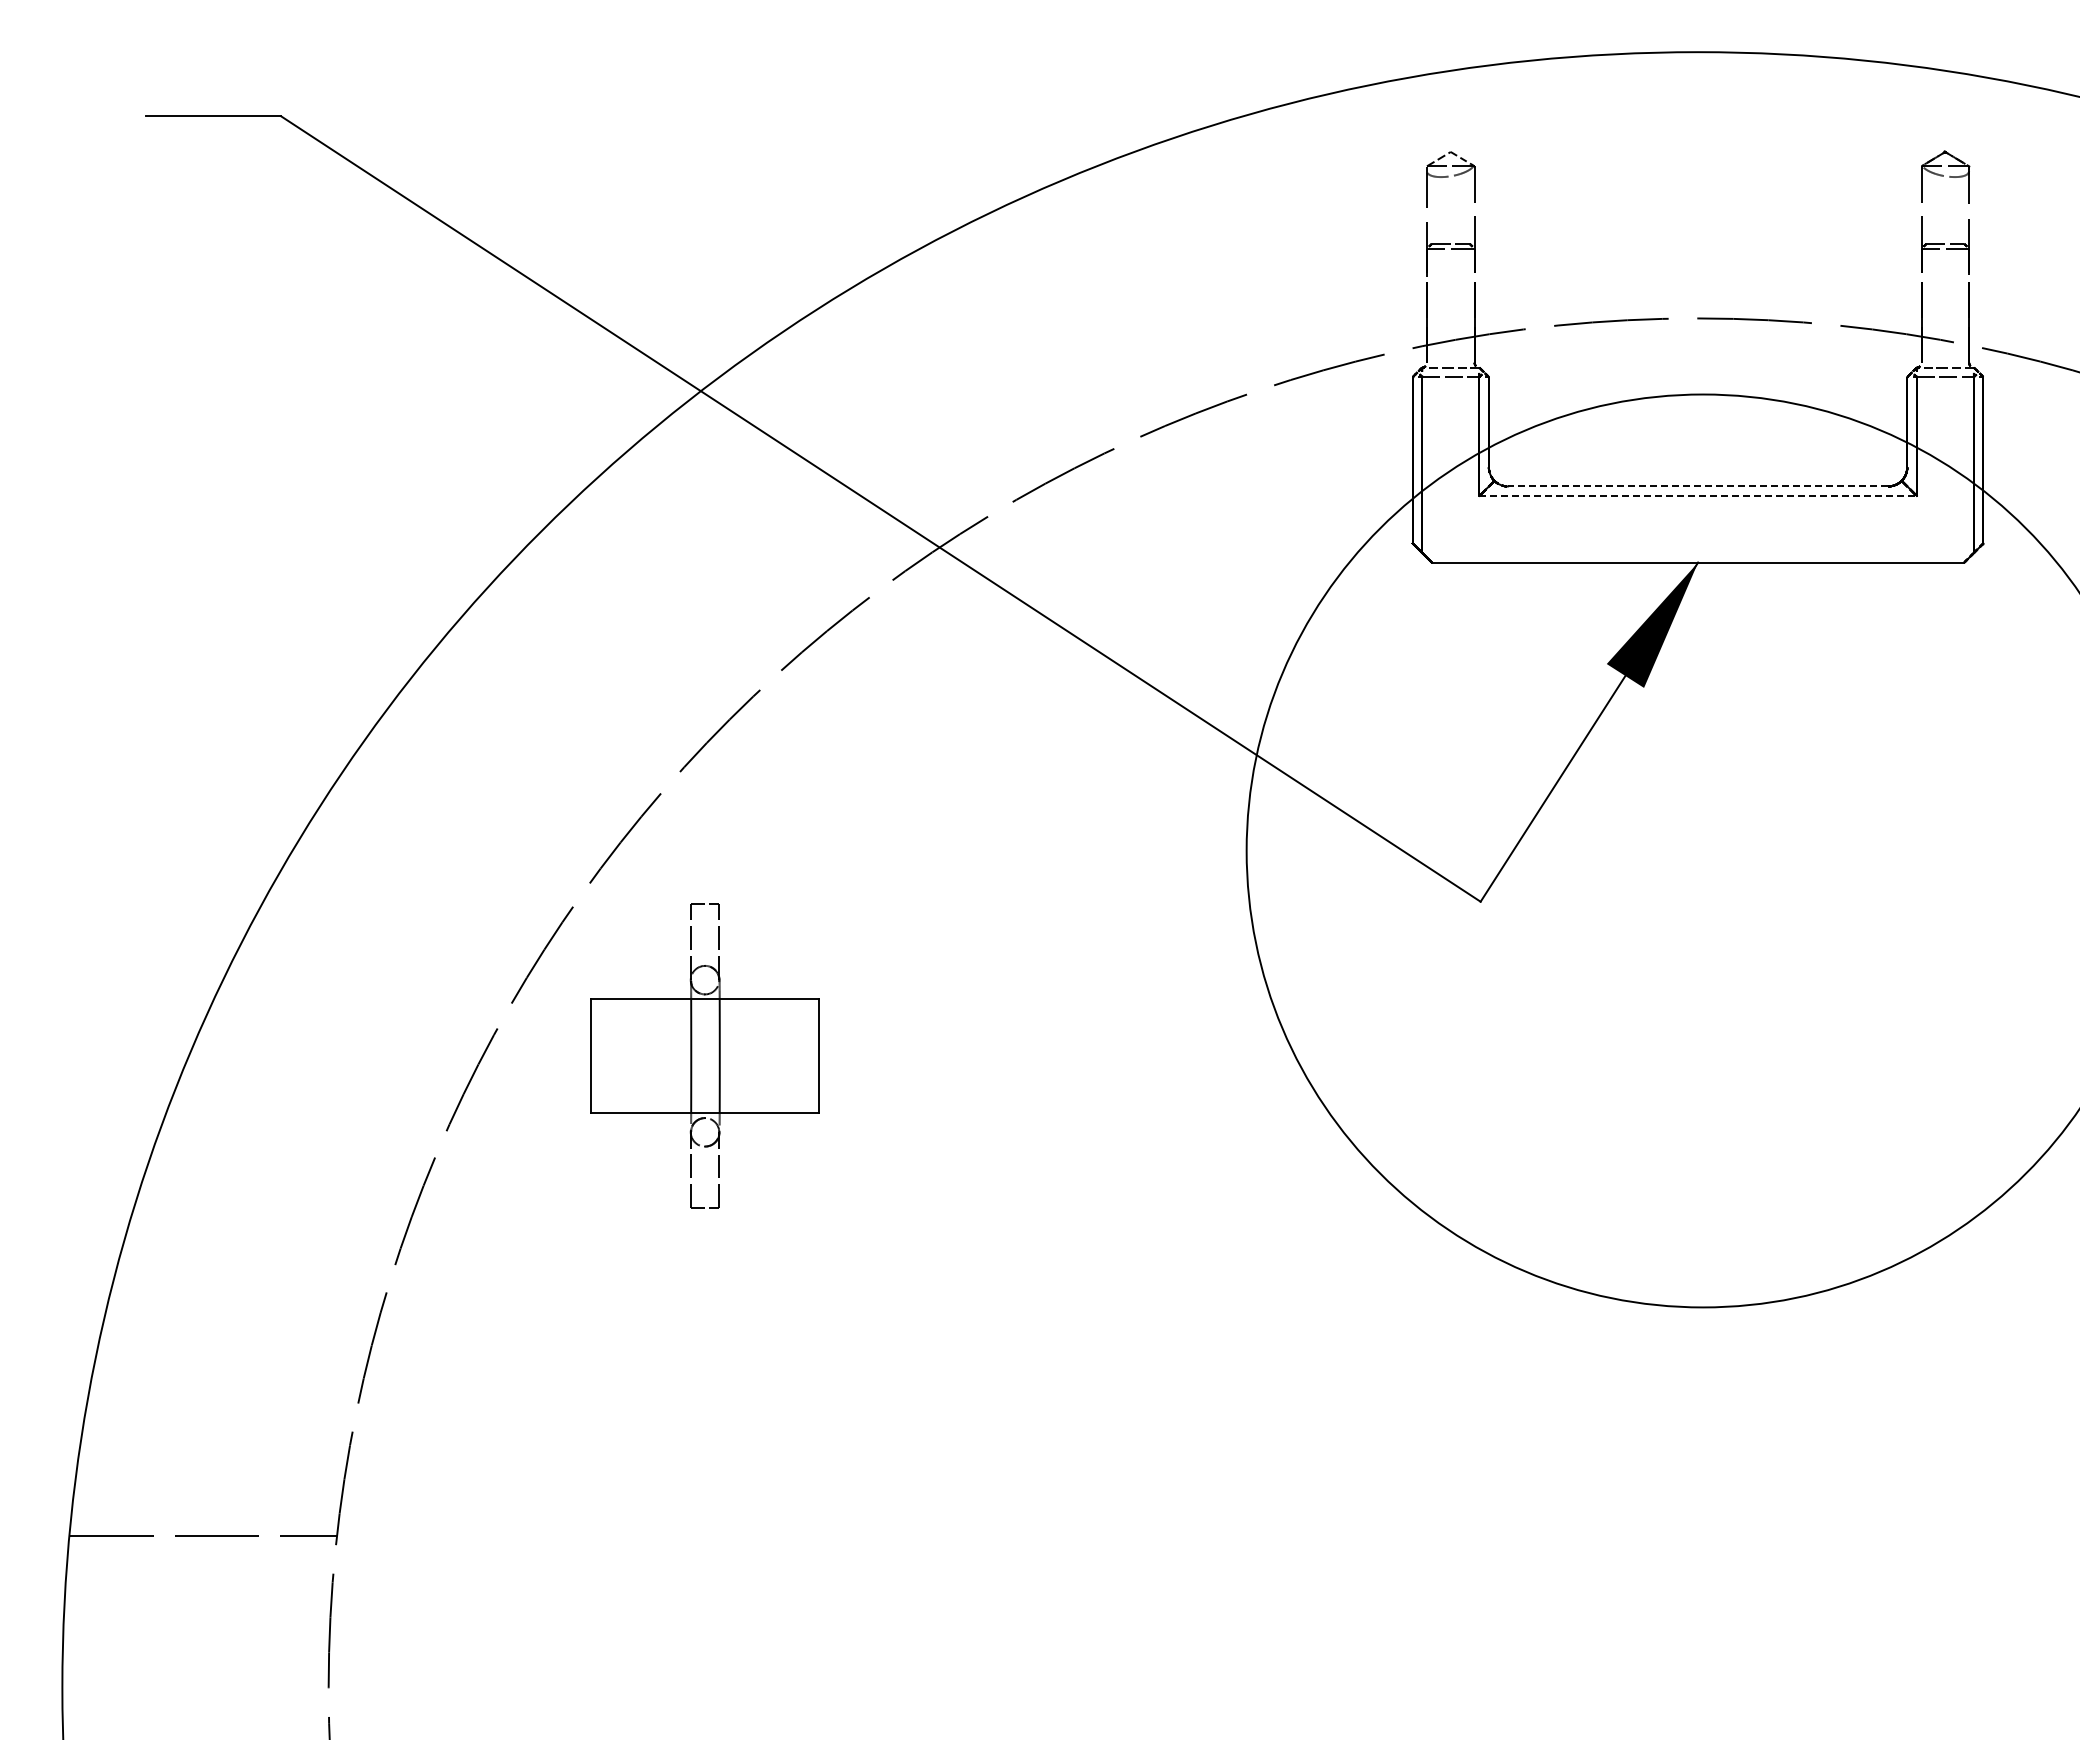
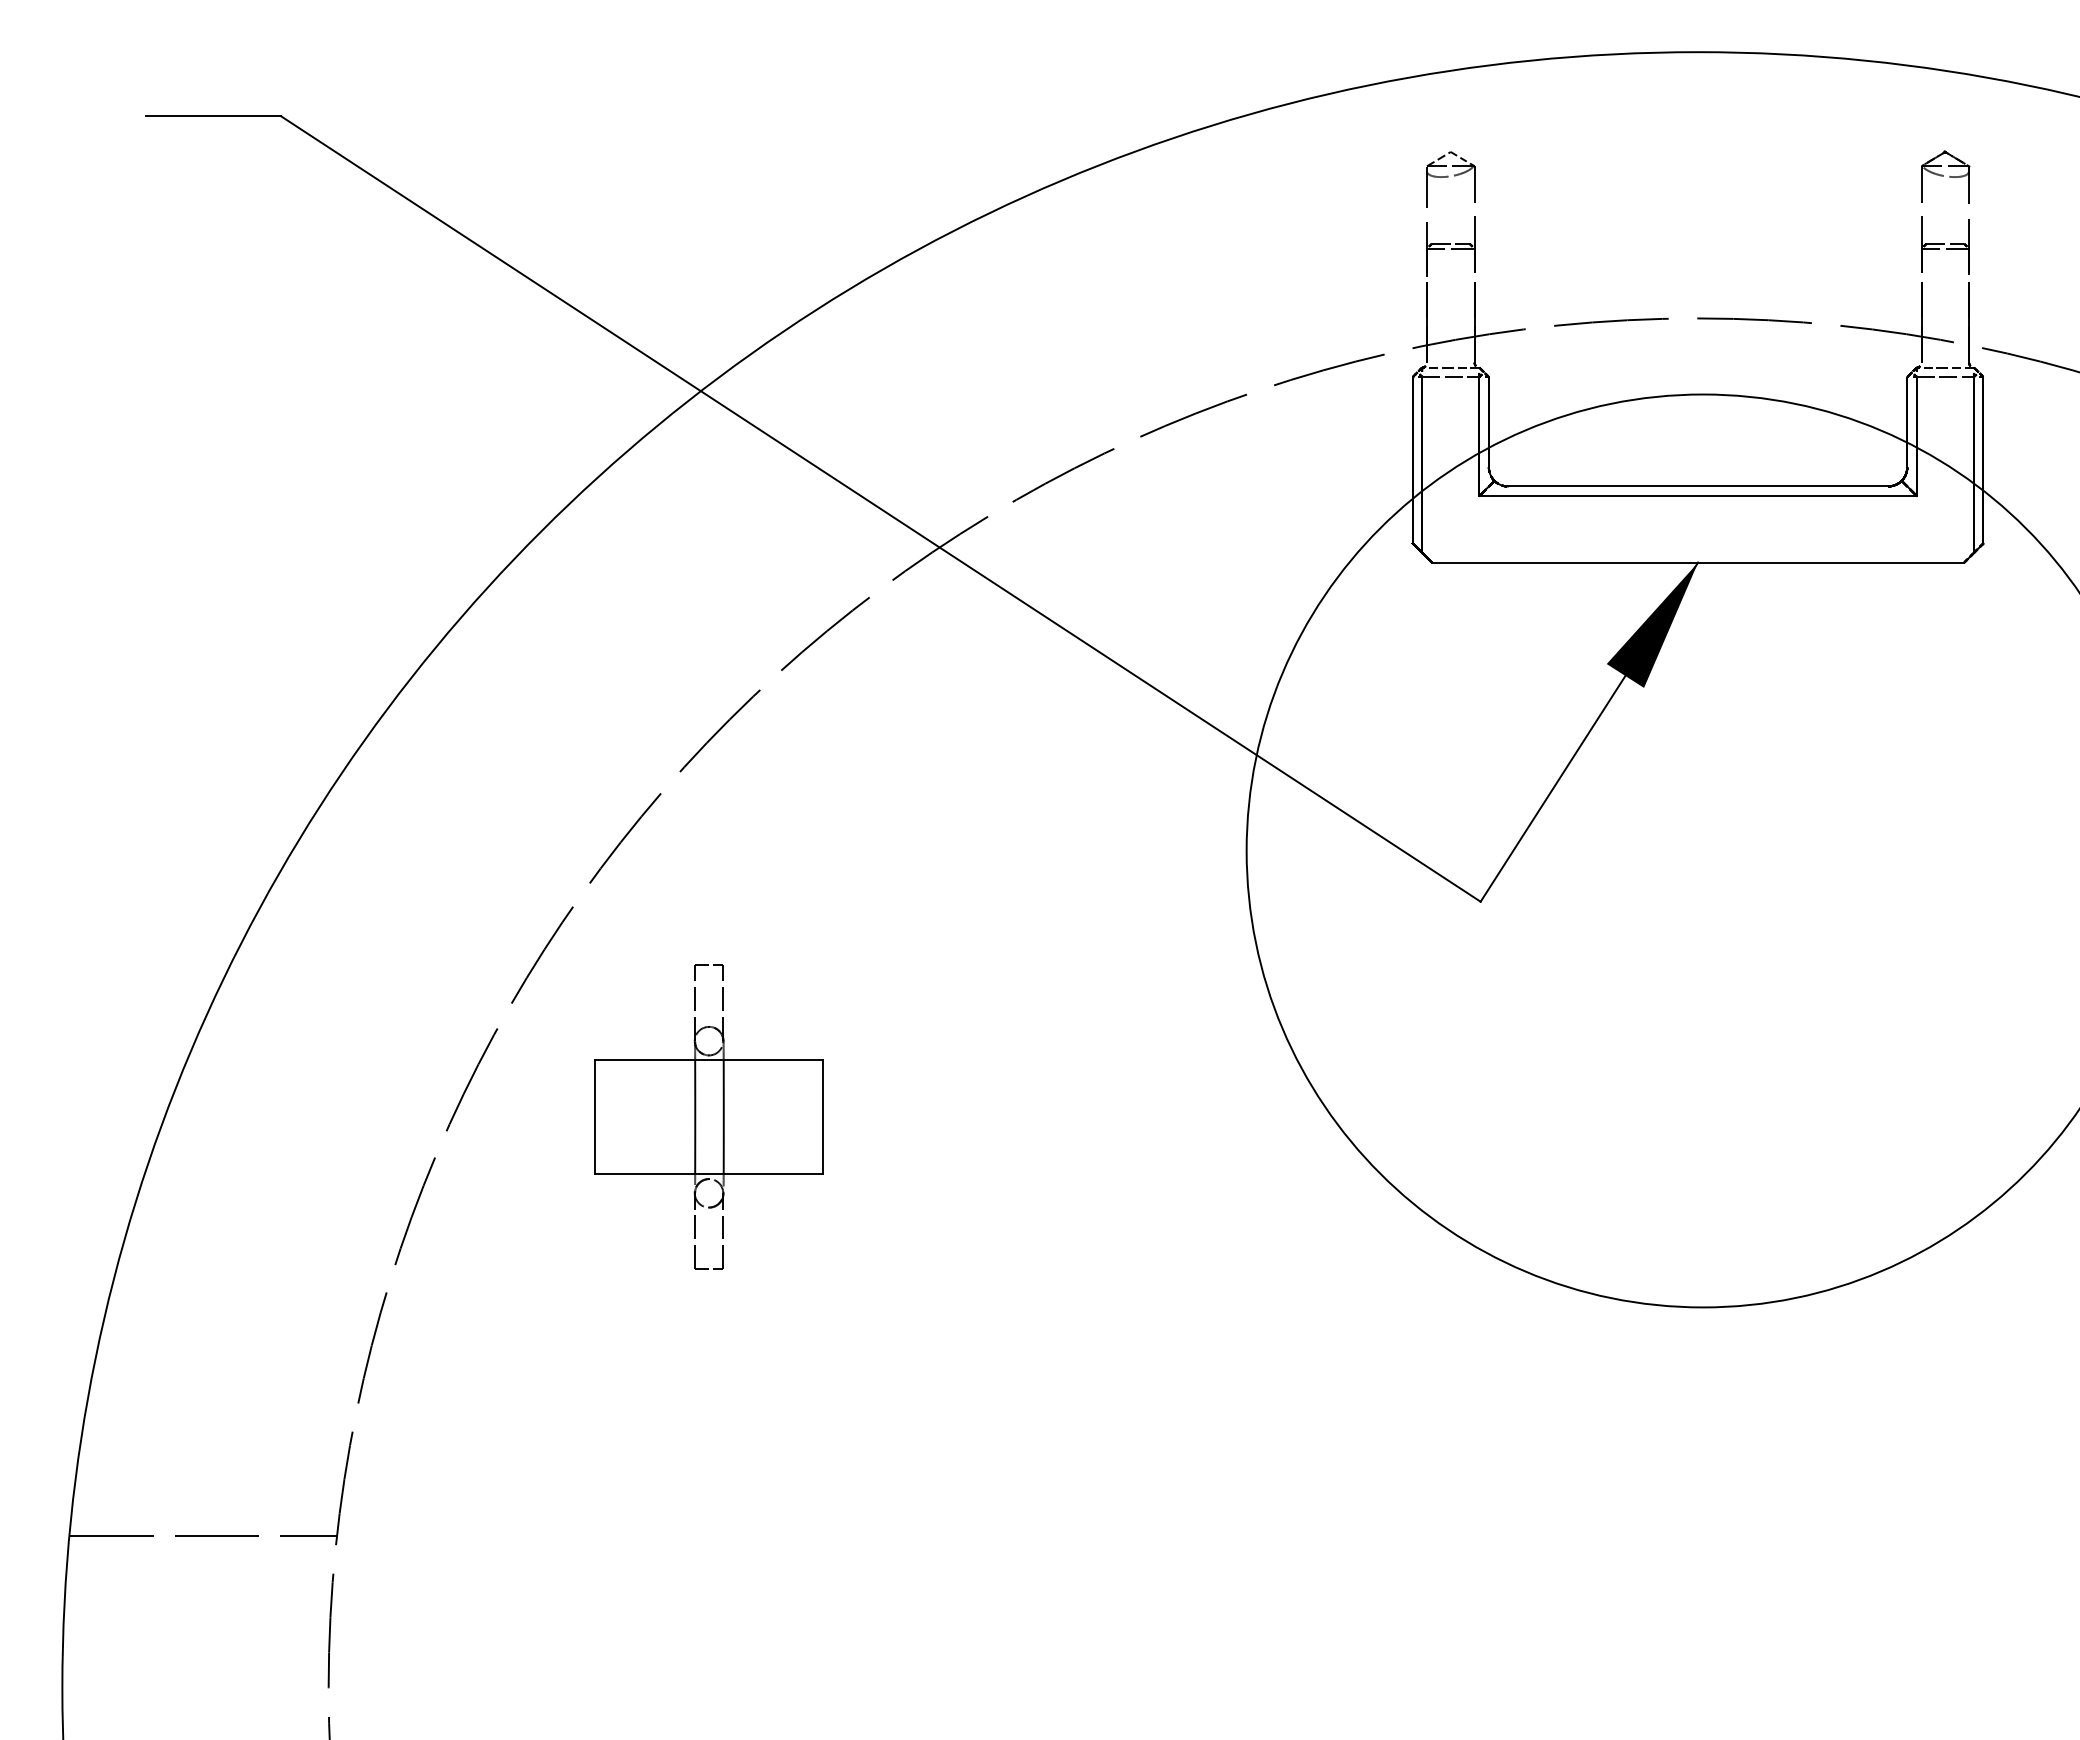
line at (1697, 486): dashed -> solid
line at (1698, 495): dashed -> solid
part at (704, 1055) position: (704, 1055) -> (708, 1116)
